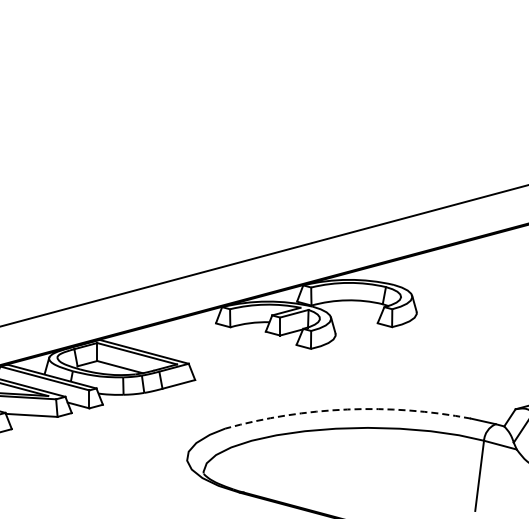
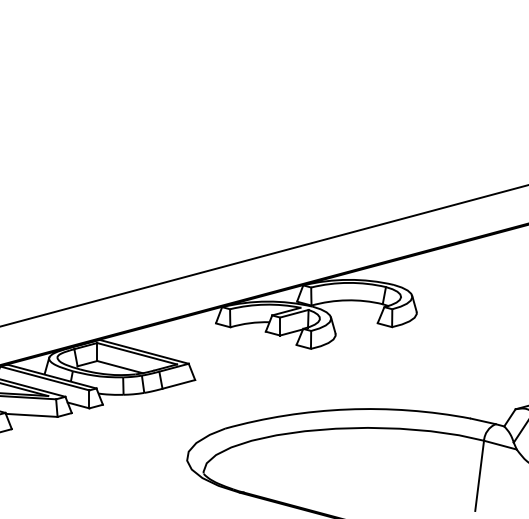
arc at (347, 409): dashed -> solid
